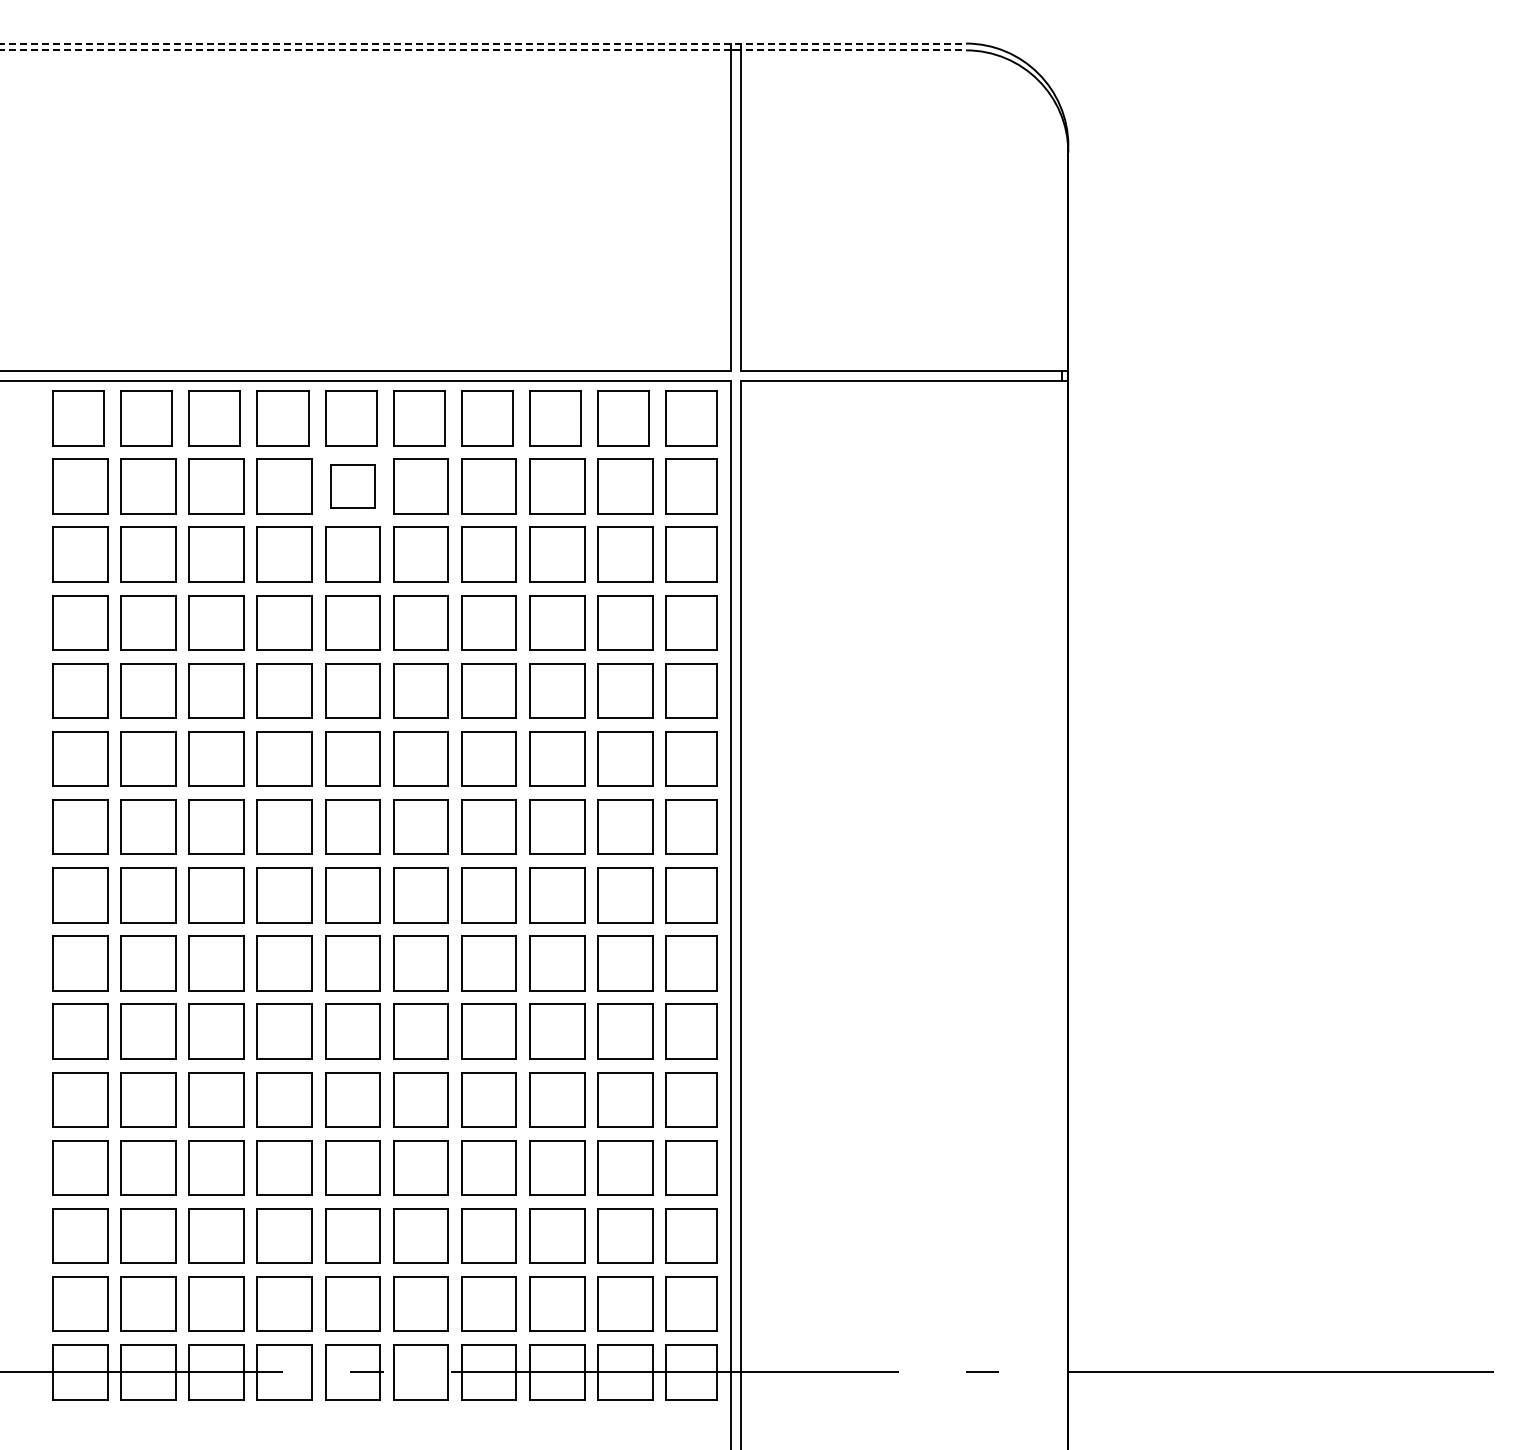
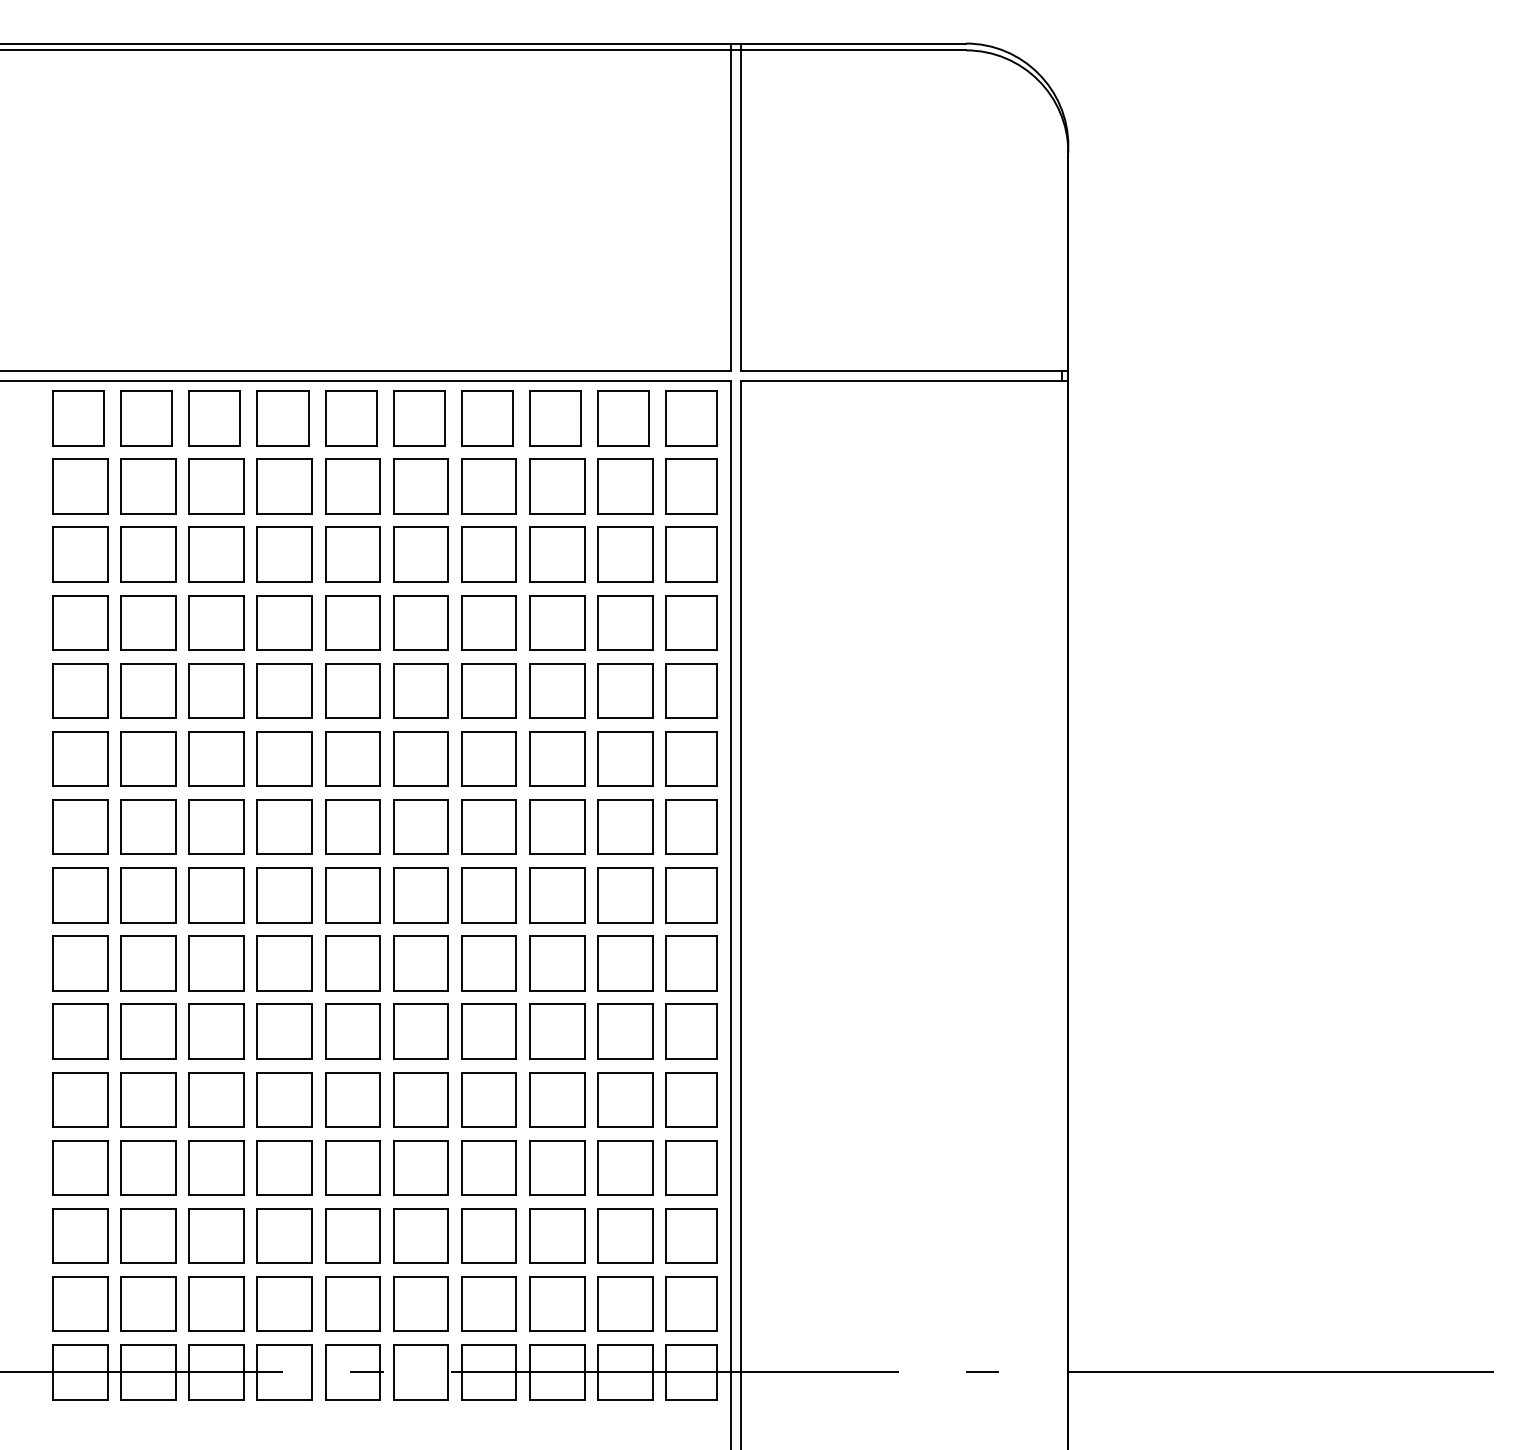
line at (483, 43): dashed -> solid
line at (483, 50): dashed -> solid
part at (352, 486) size: 46x45 px -> 56x57 px
